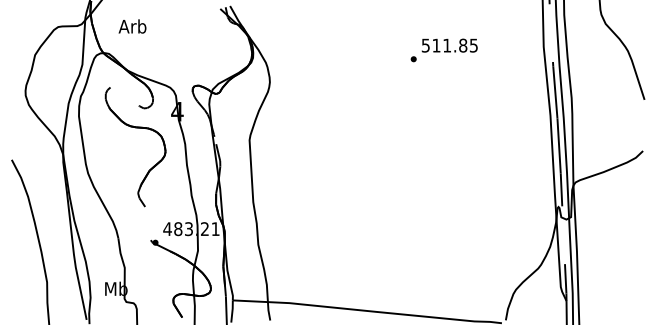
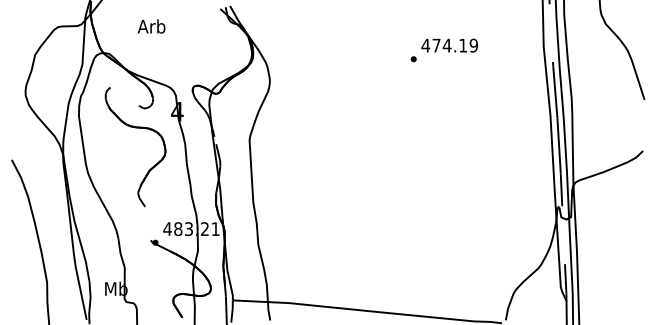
text at (132, 26) position: (132, 26) -> (151, 26)
text at (449, 45): 511.85 -> 474.19
